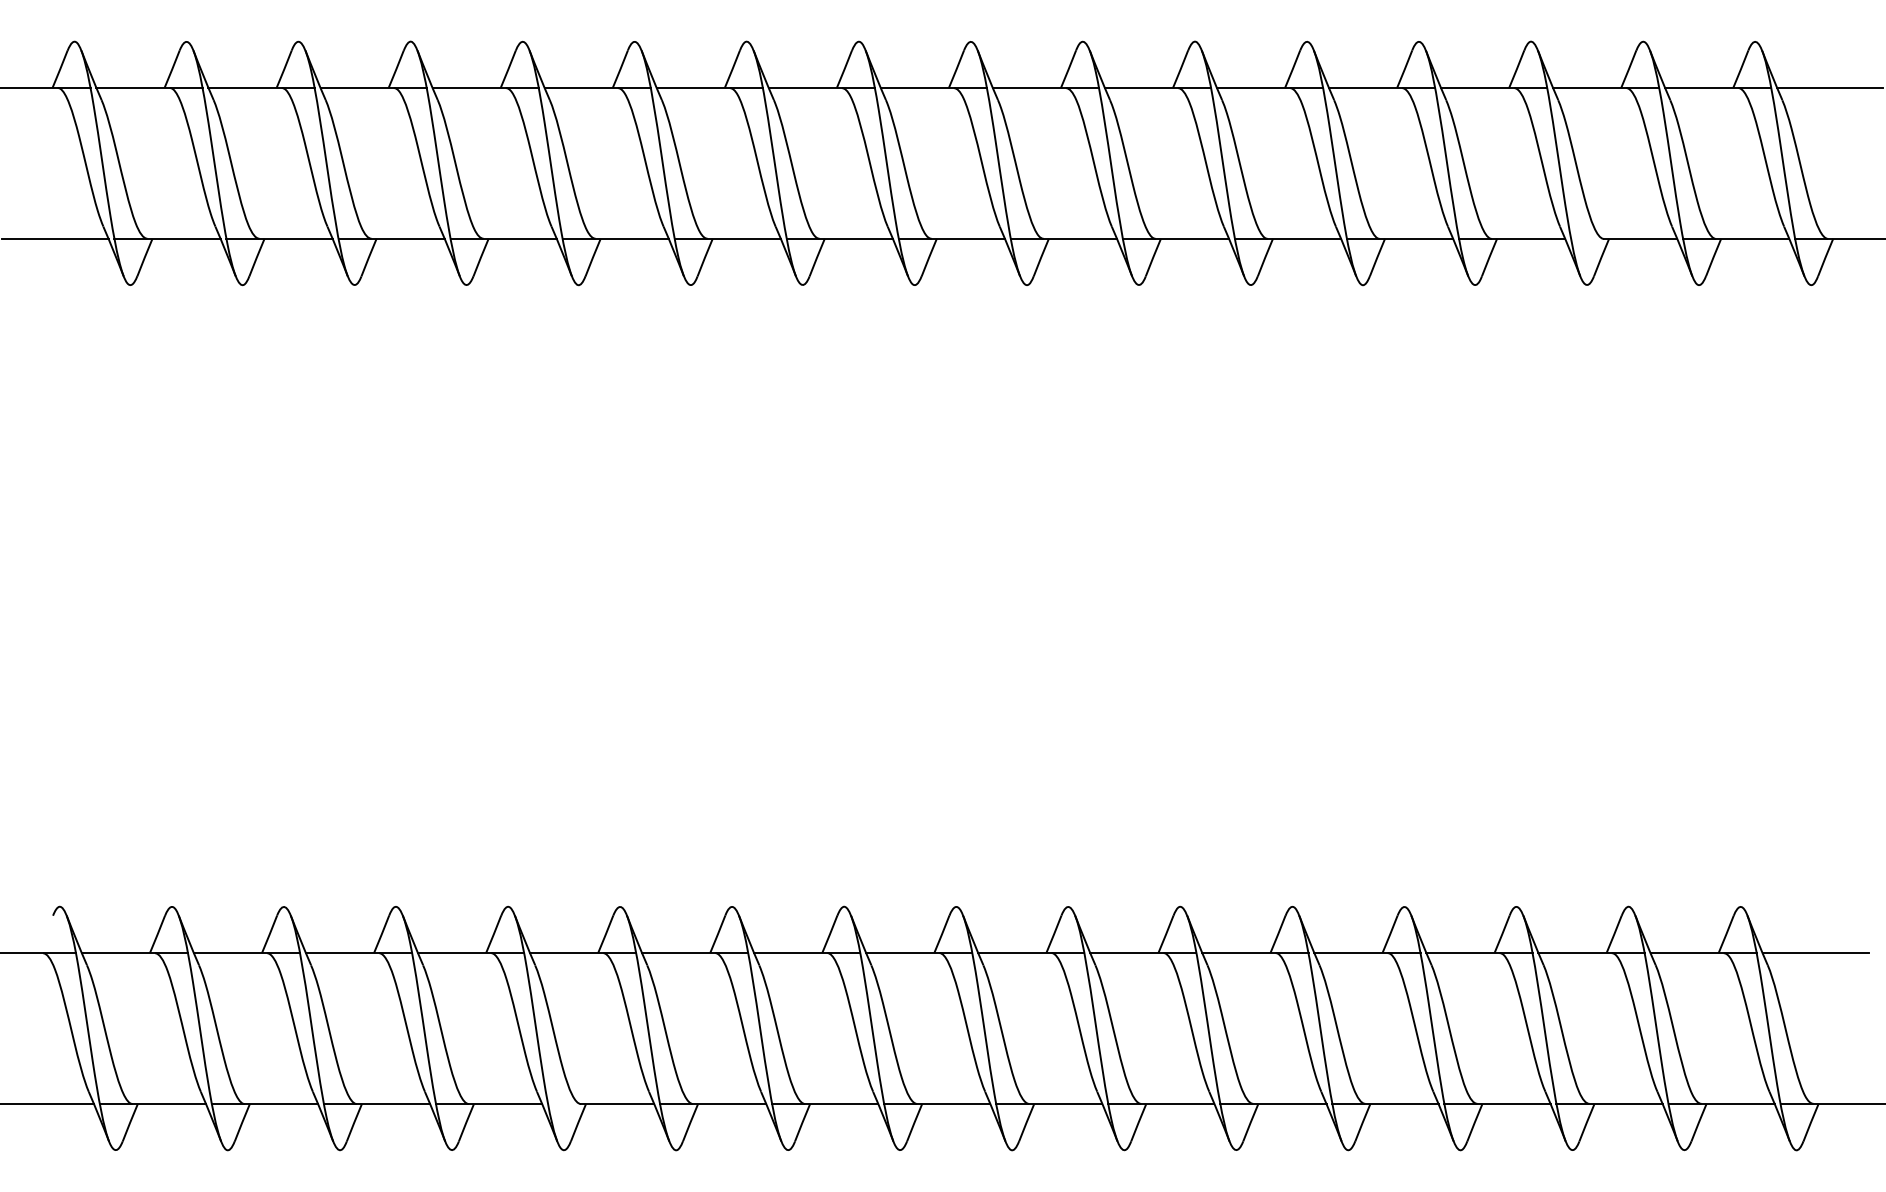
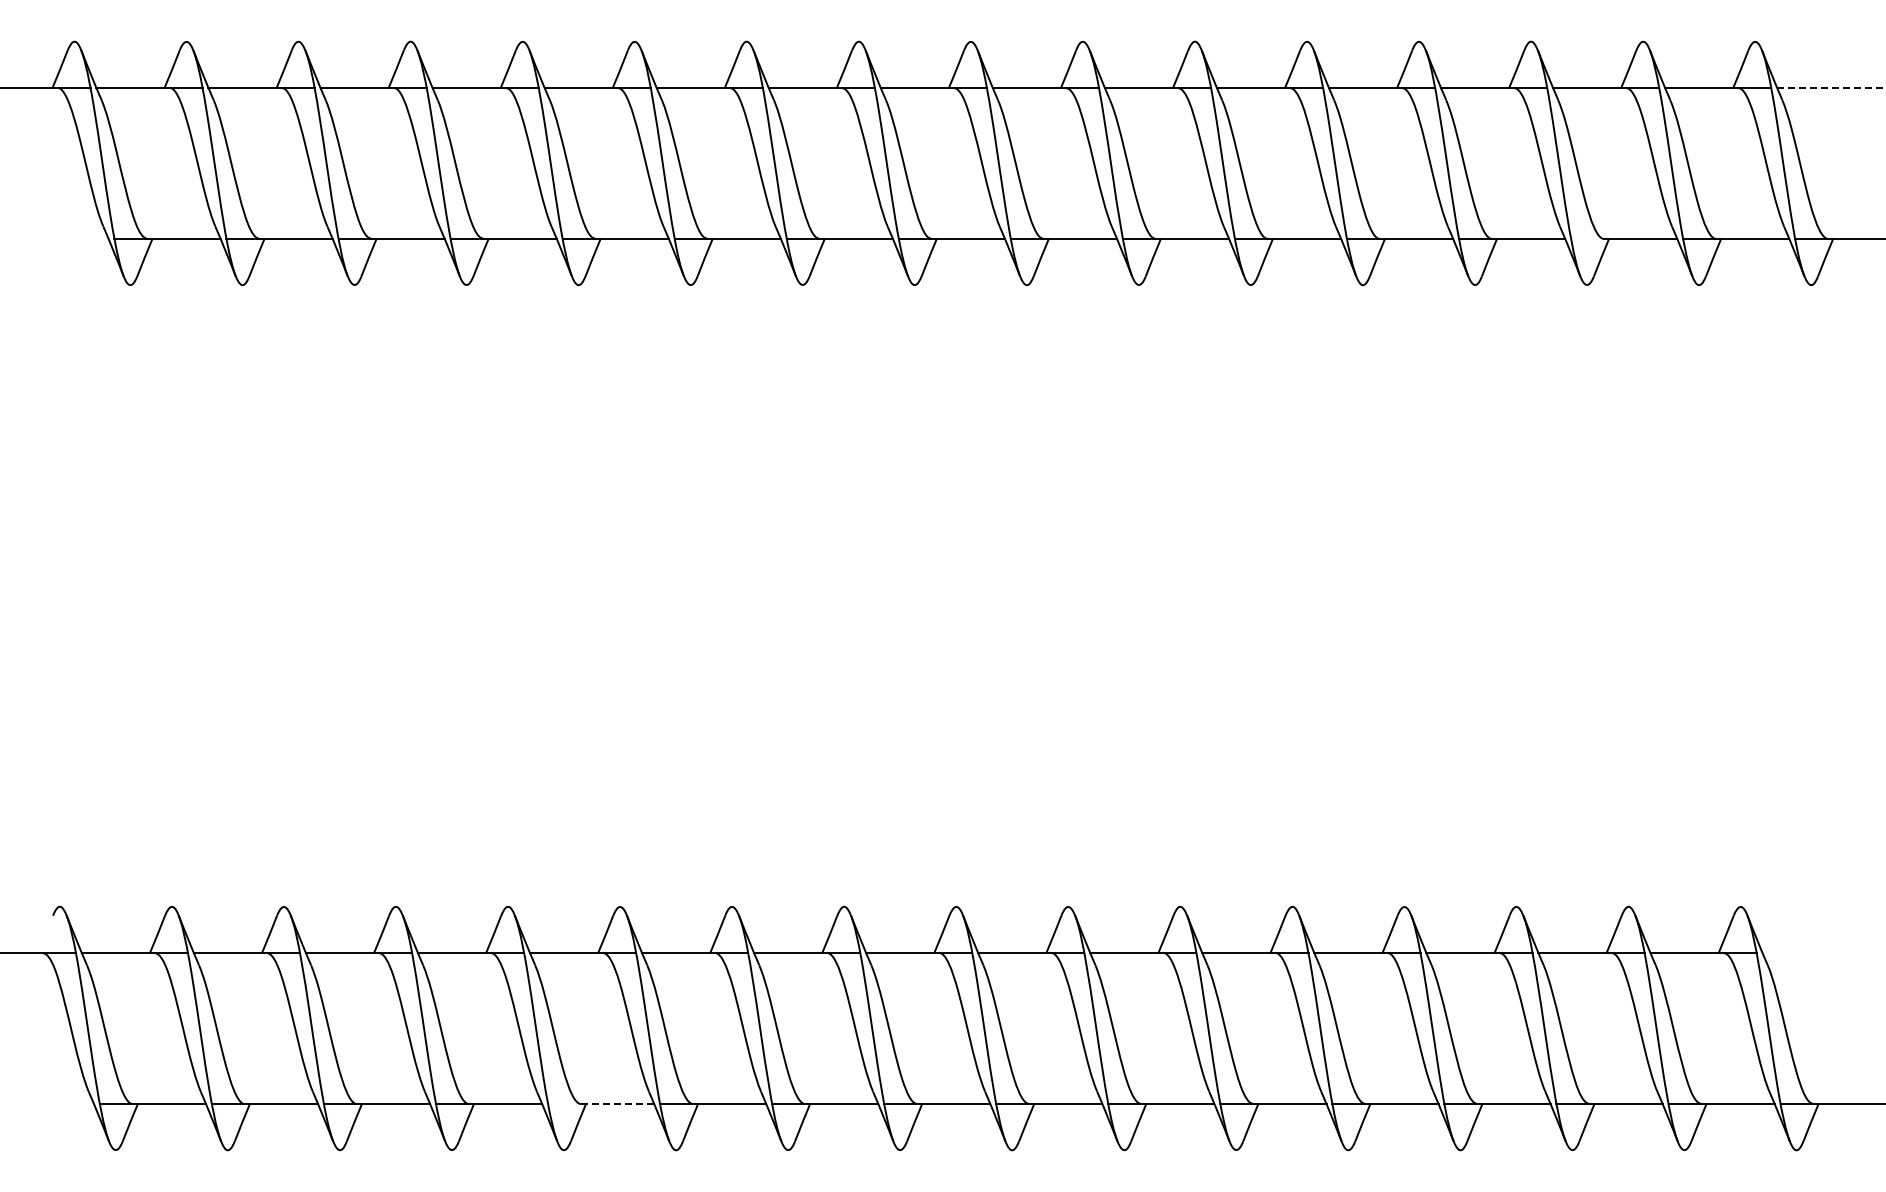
line at (1830, 87): solid -> dashed
line at (55, 238): present -> none
line at (1815, 953): present -> none
line at (47, 1104): present -> none
line at (617, 1104): solid -> dashed
